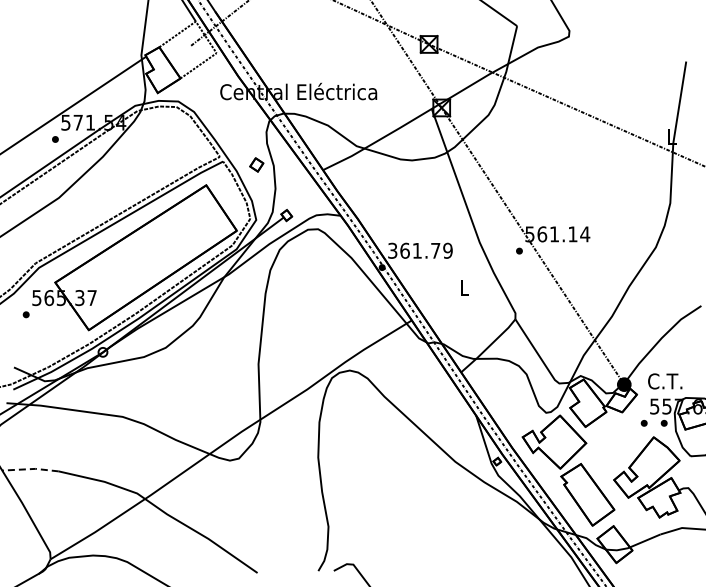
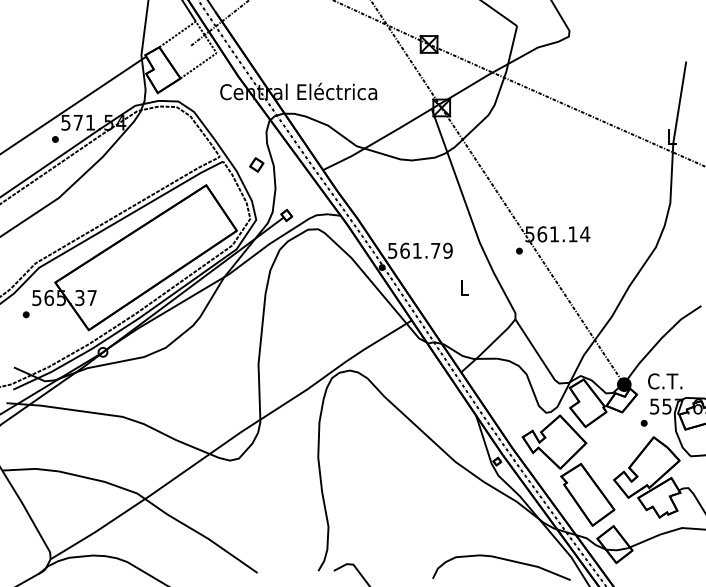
text at (392, 249): 361.79 -> 561.79
part at (663, 423): present -> none
line at (30, 469): dashed -> solid
curve at (504, 560): none -> present
